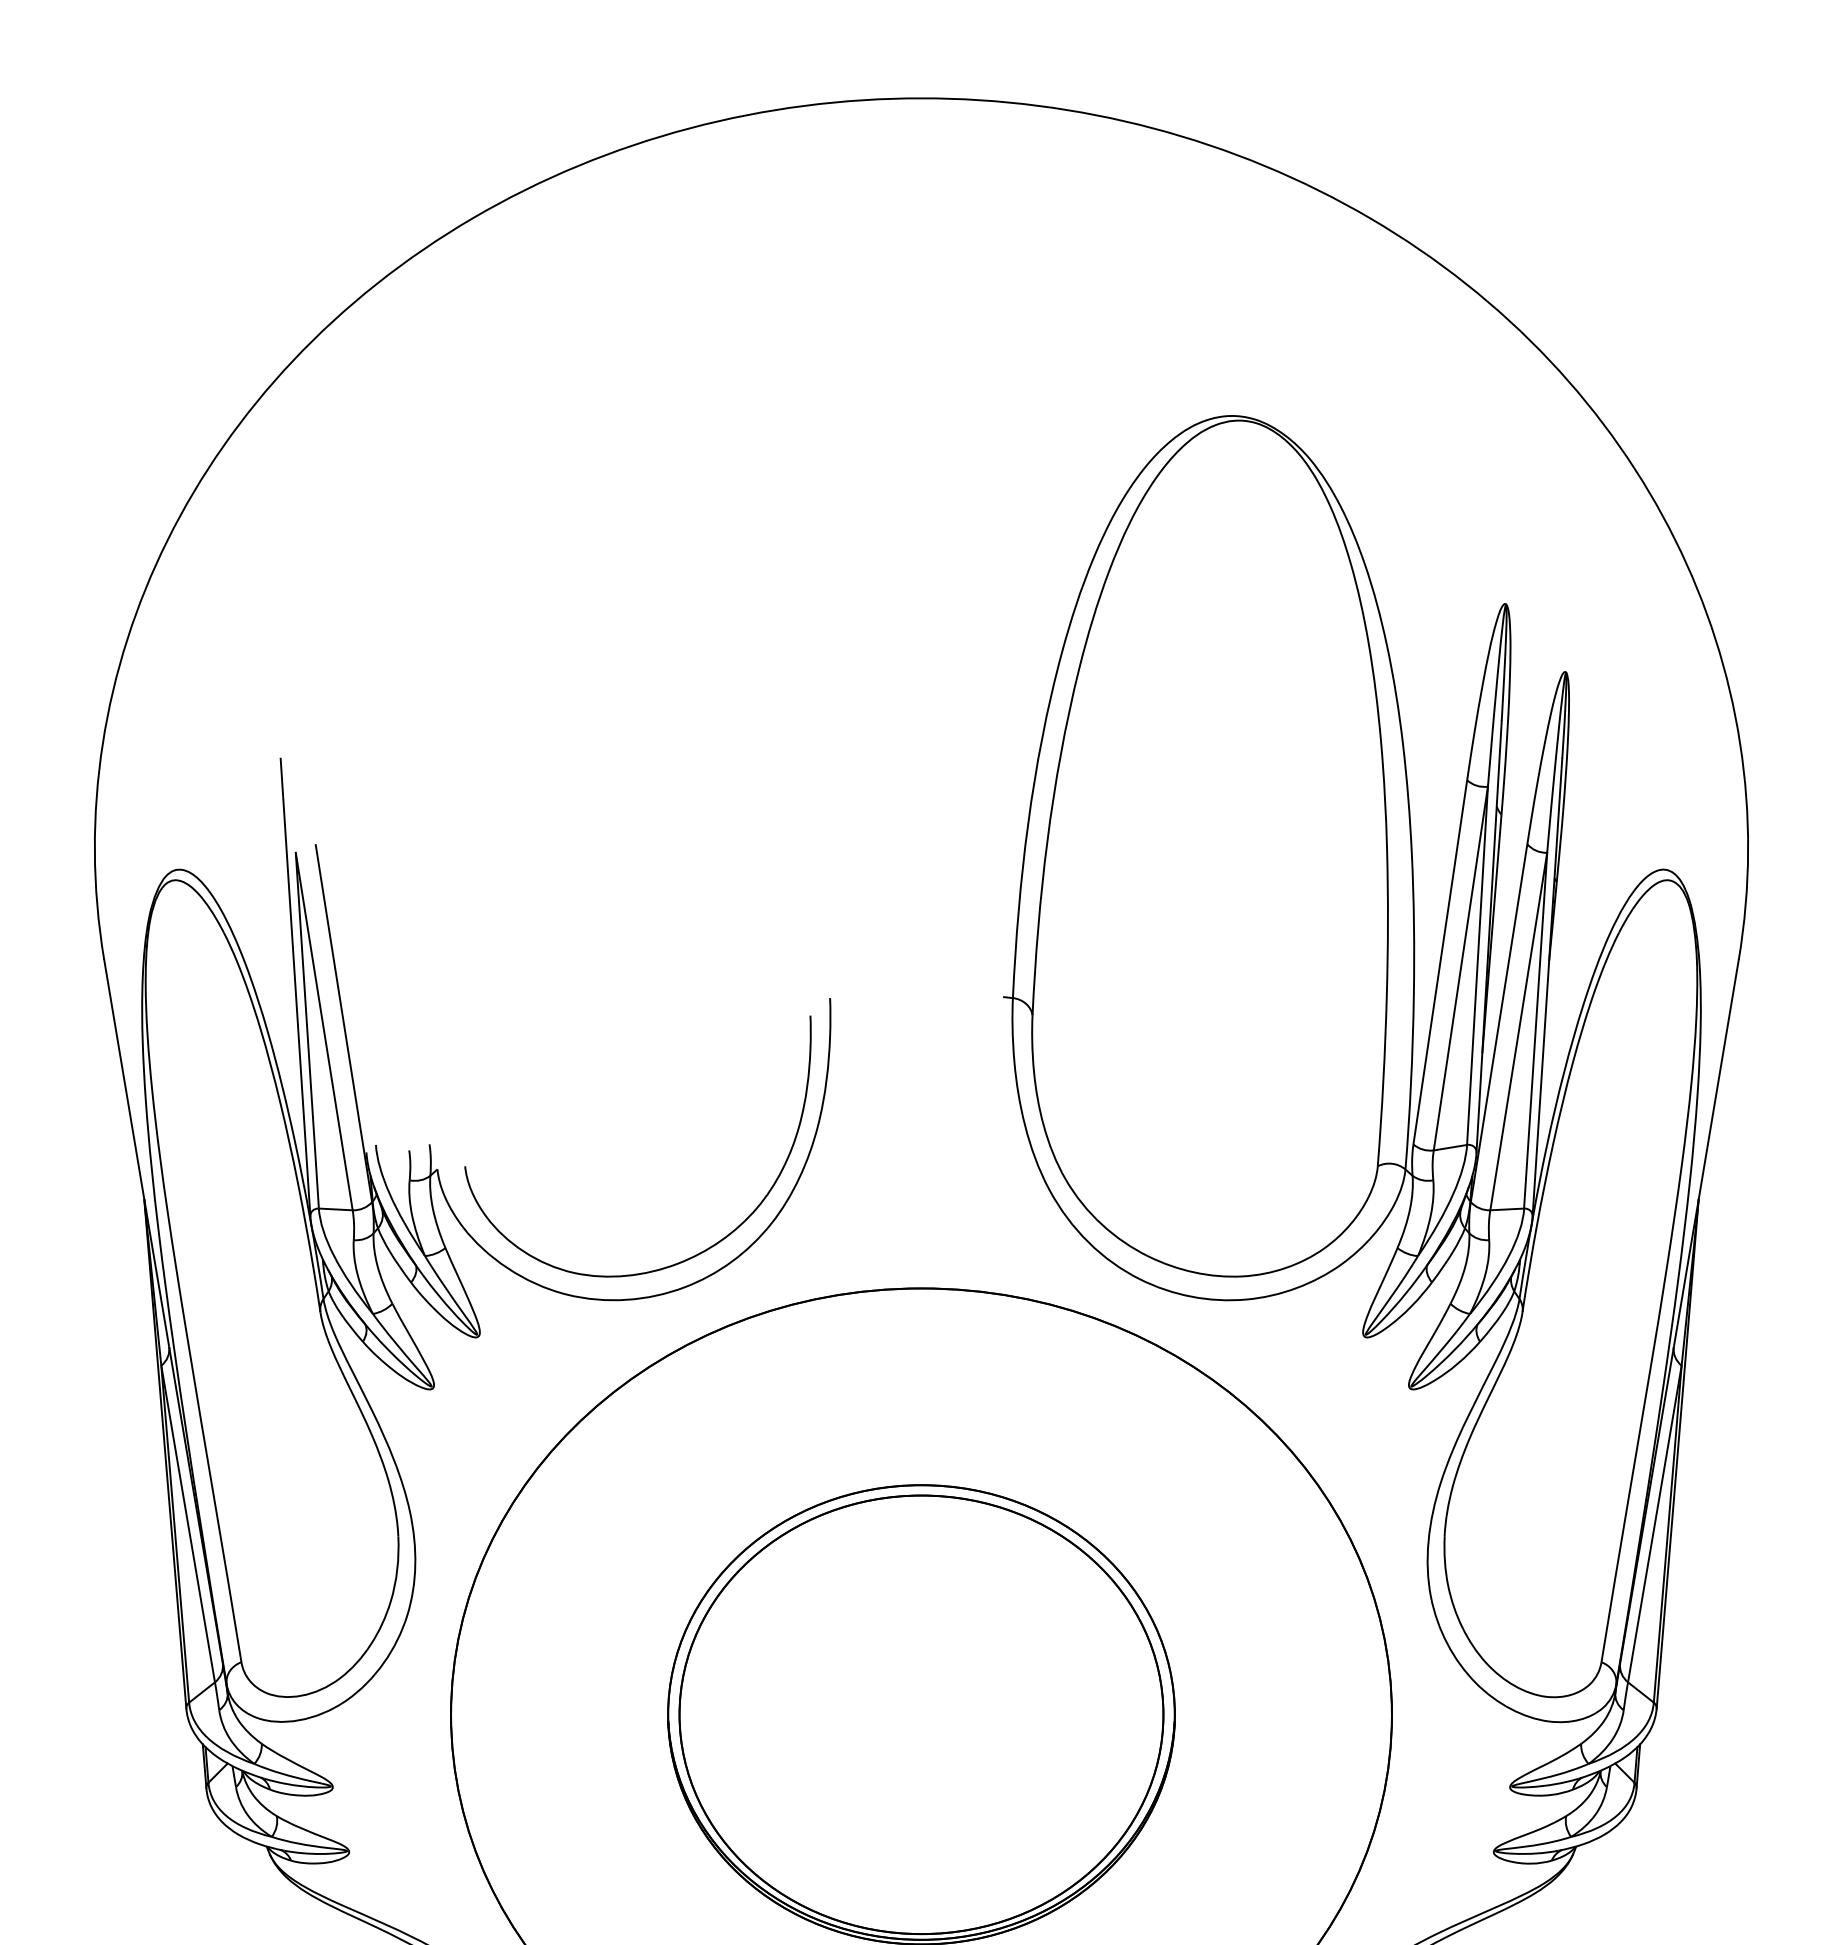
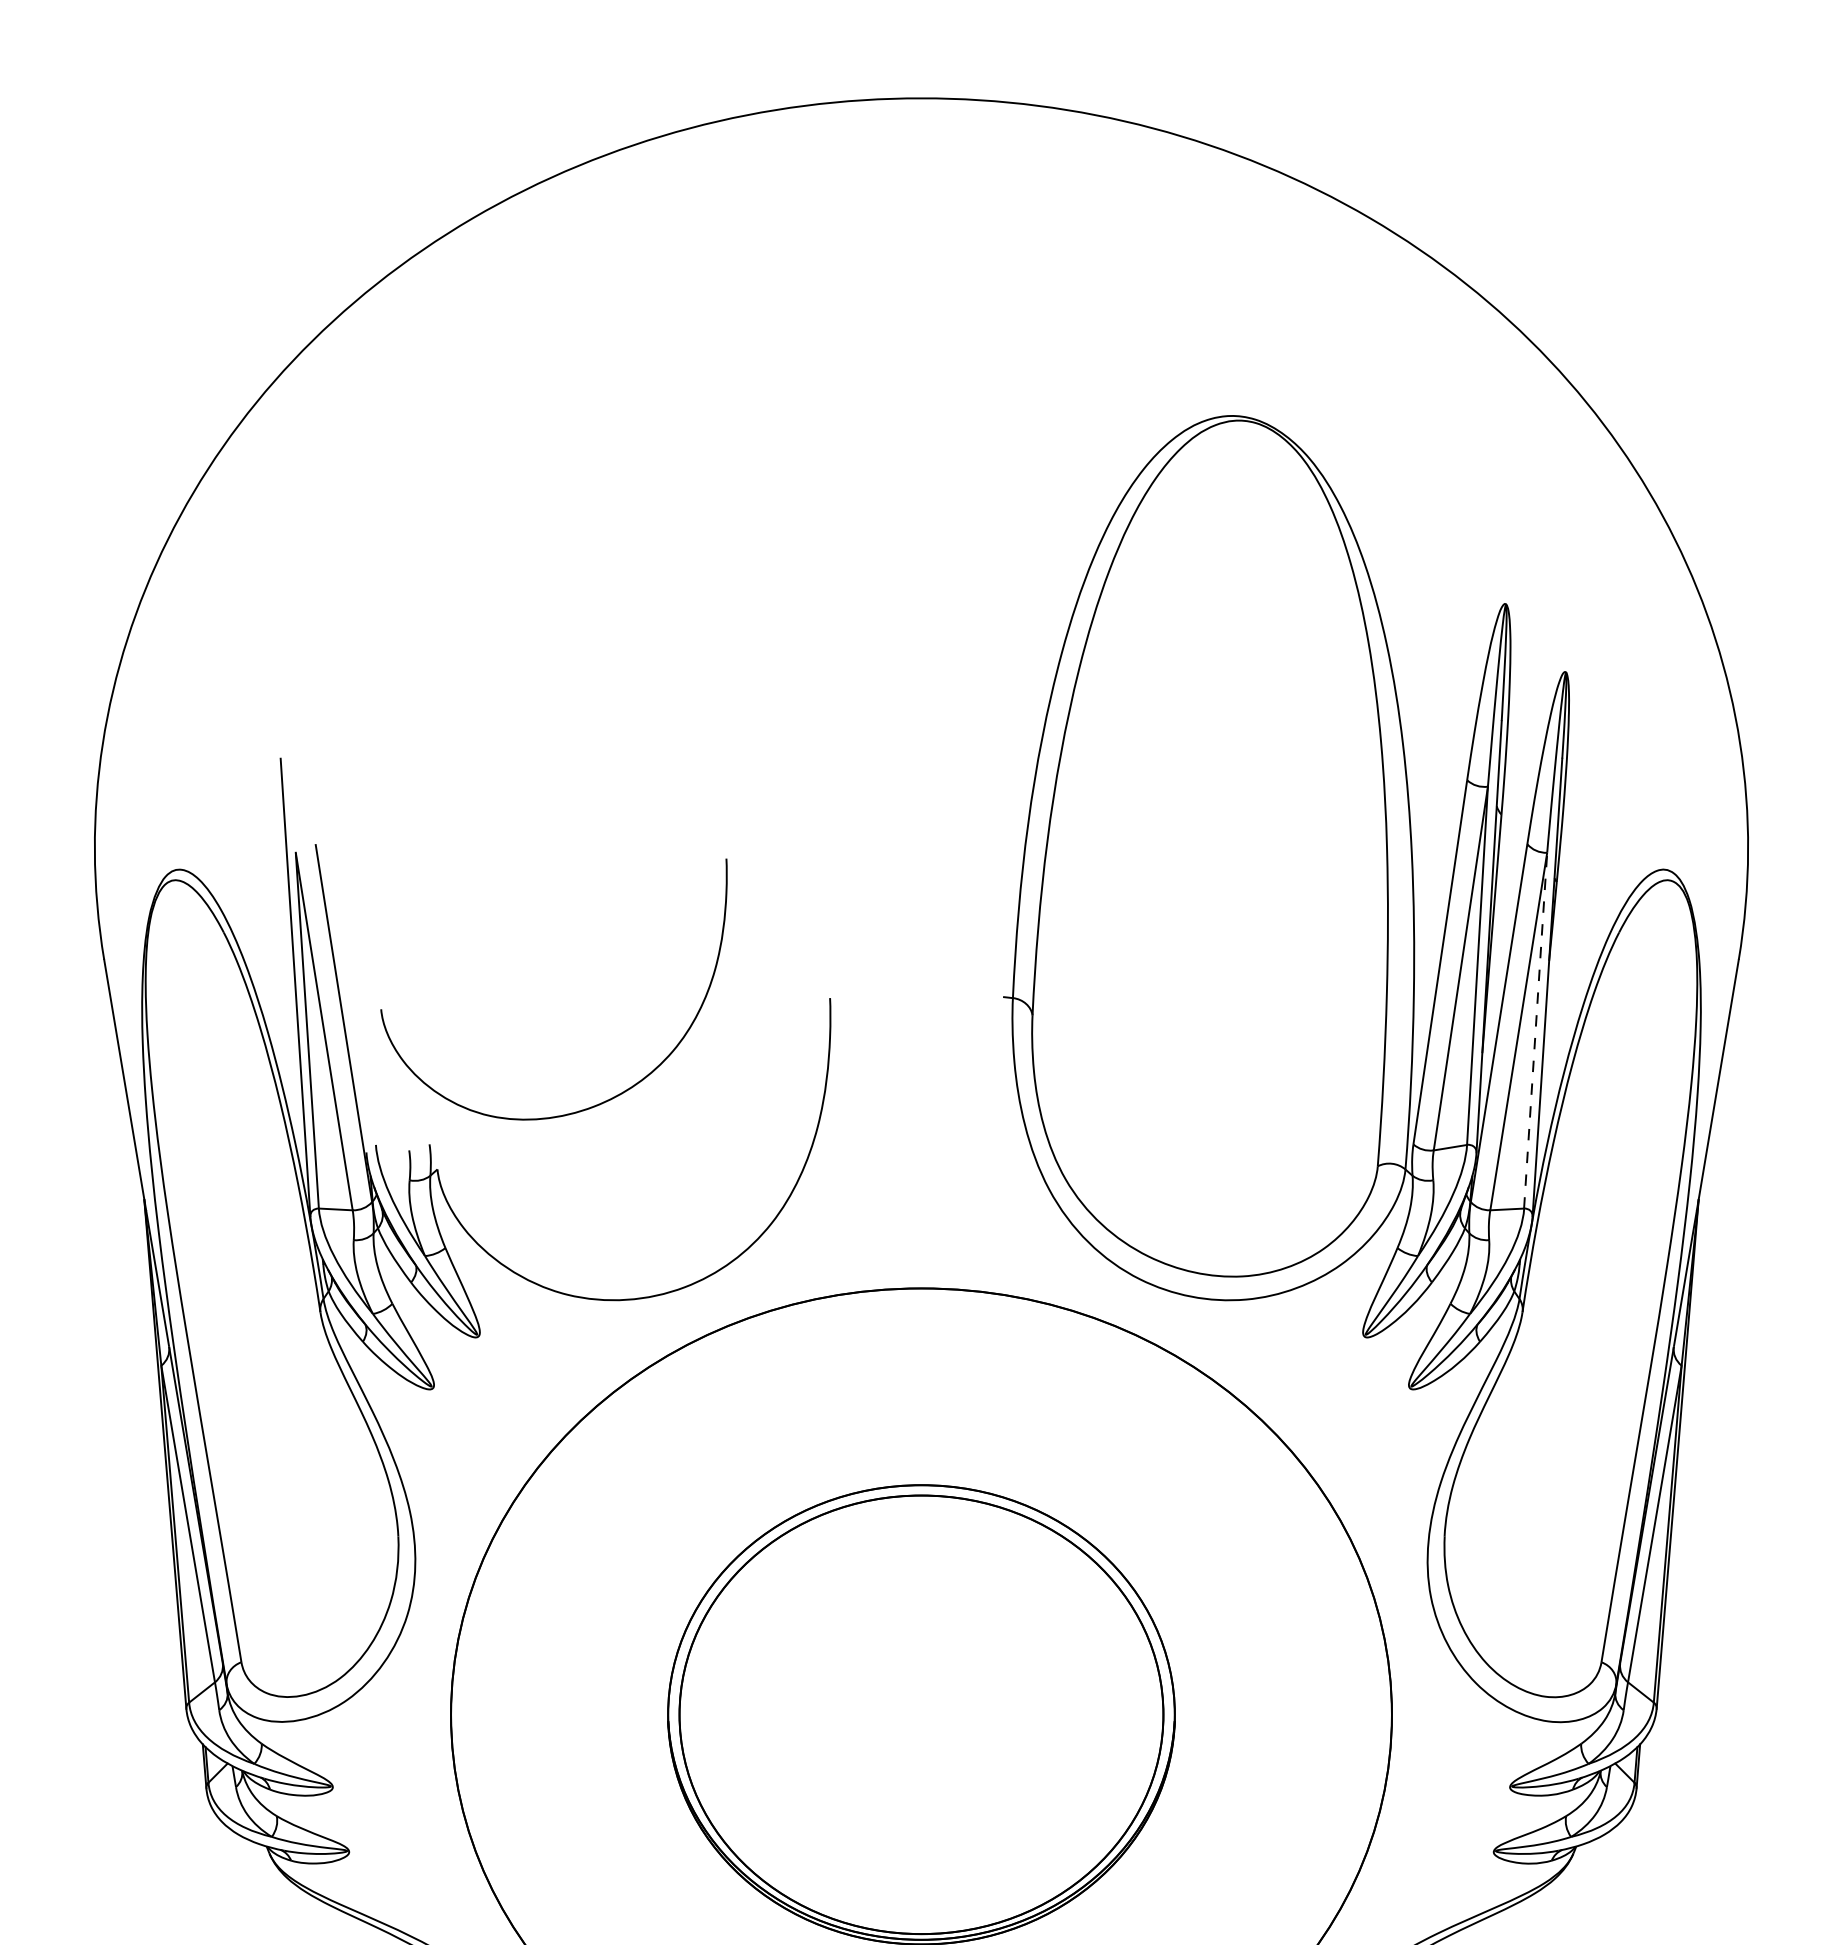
line at (1535, 1030): solid -> dashed
curve at (691, 1256) position: (691, 1256) -> (607, 1099)
